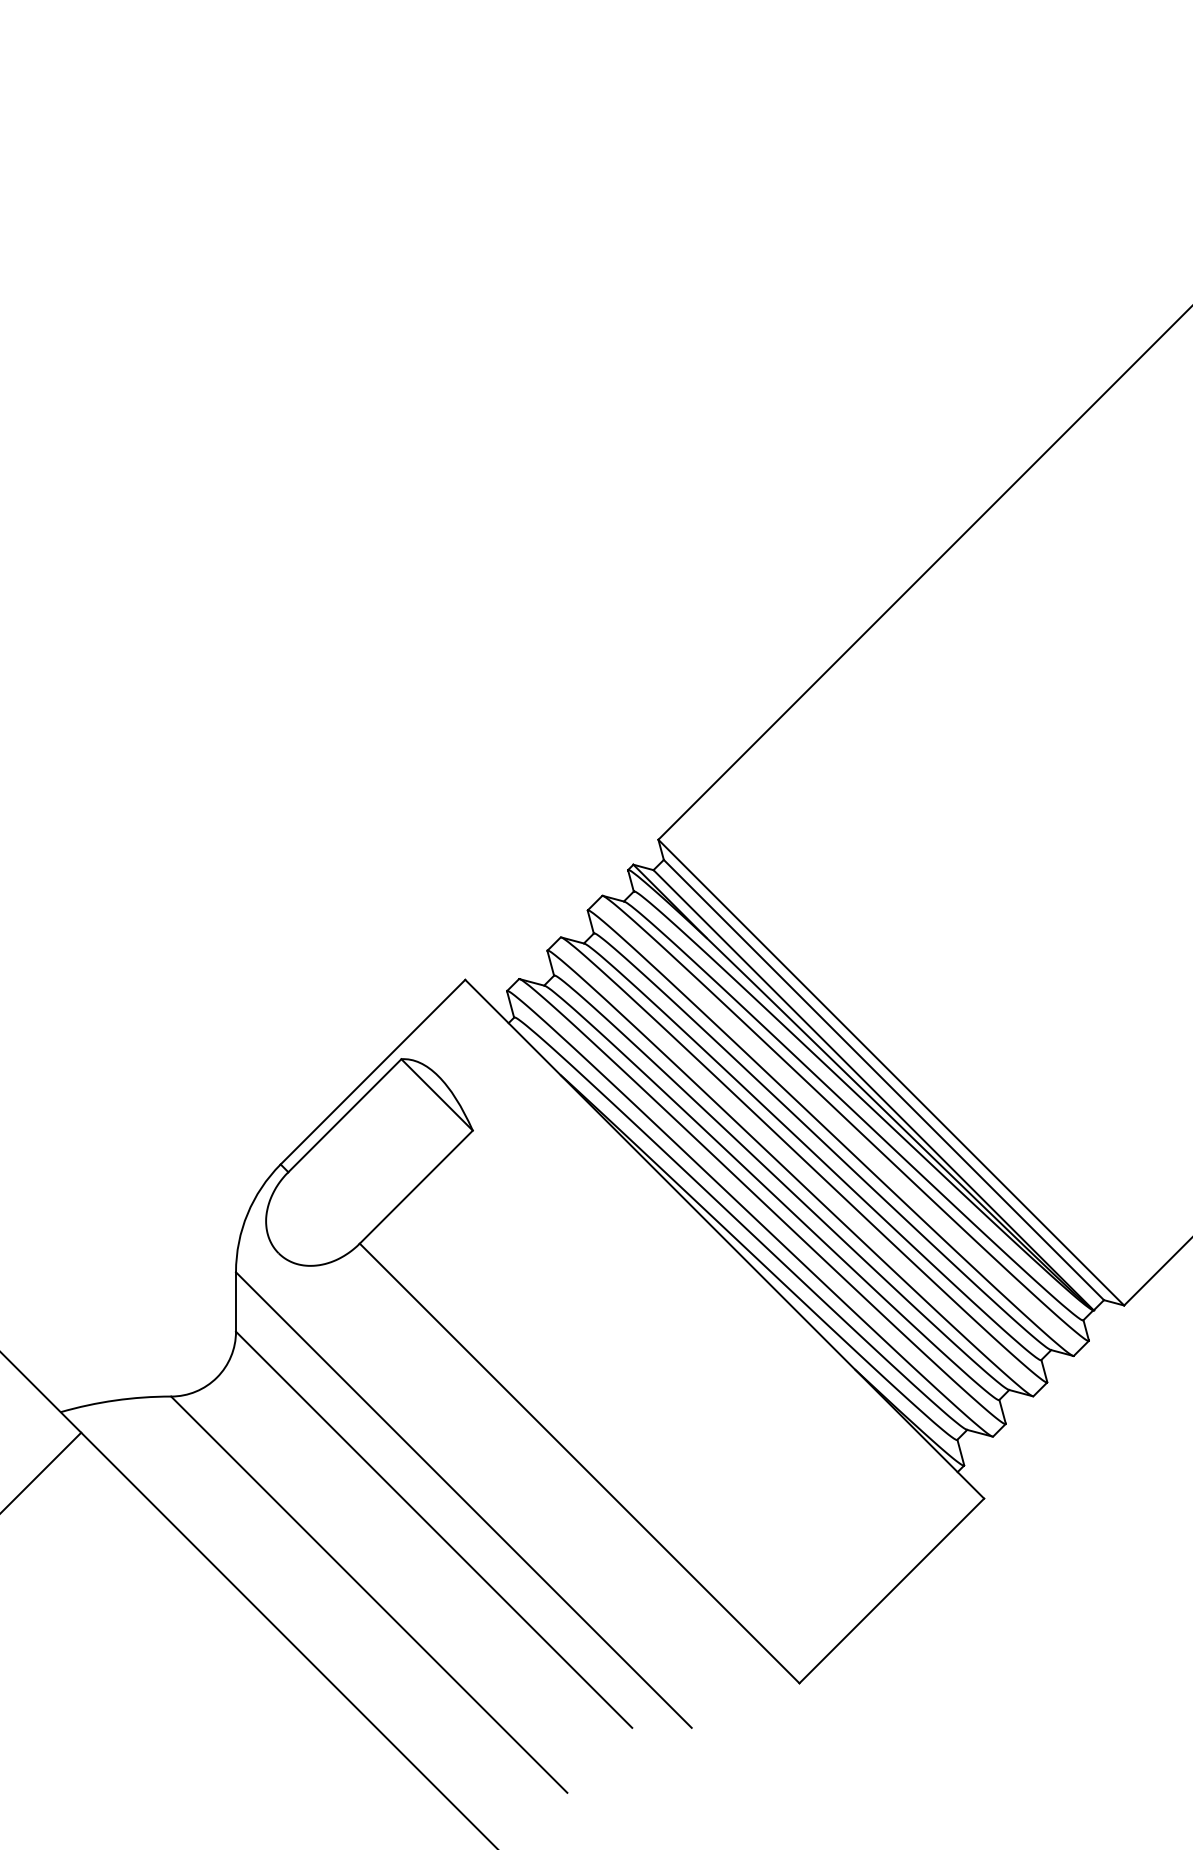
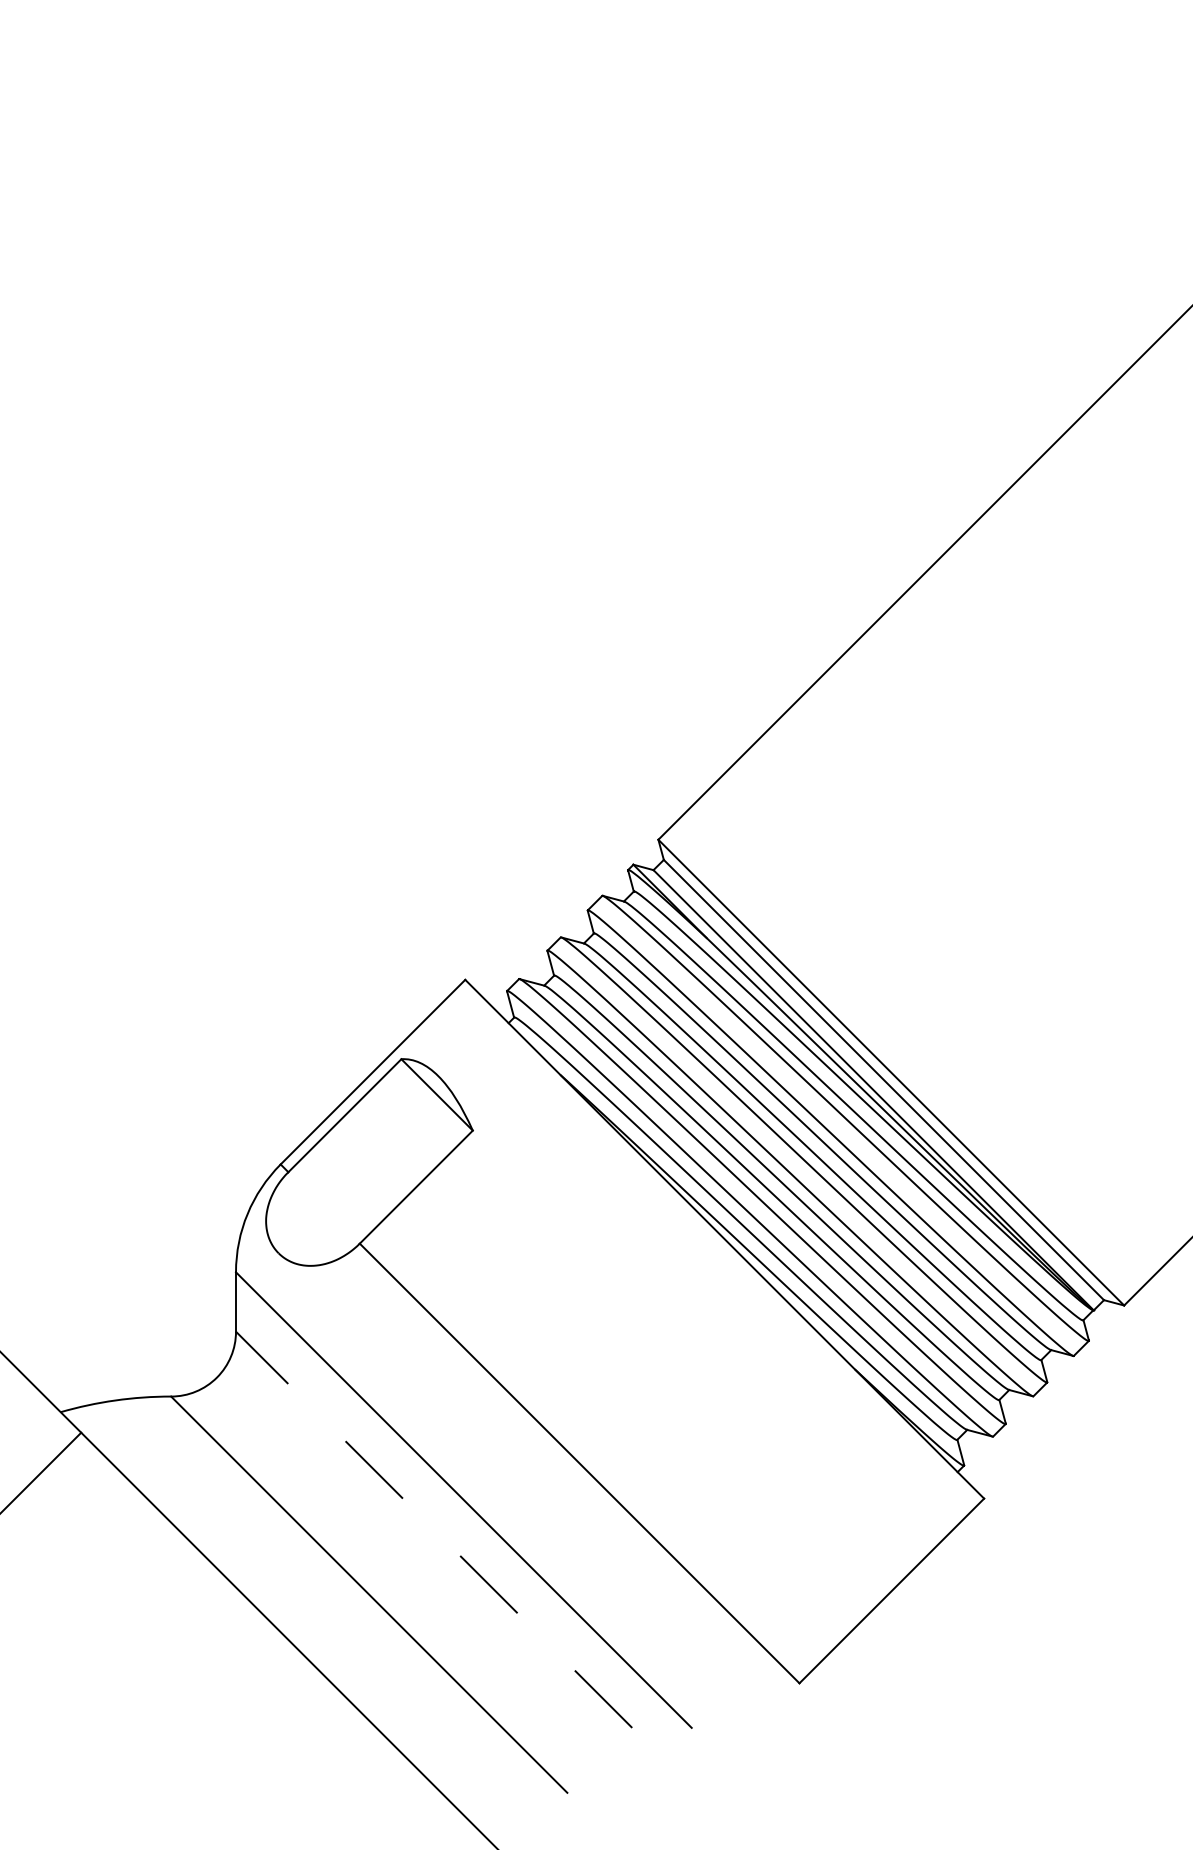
line at (433, 1529): solid -> dashed
